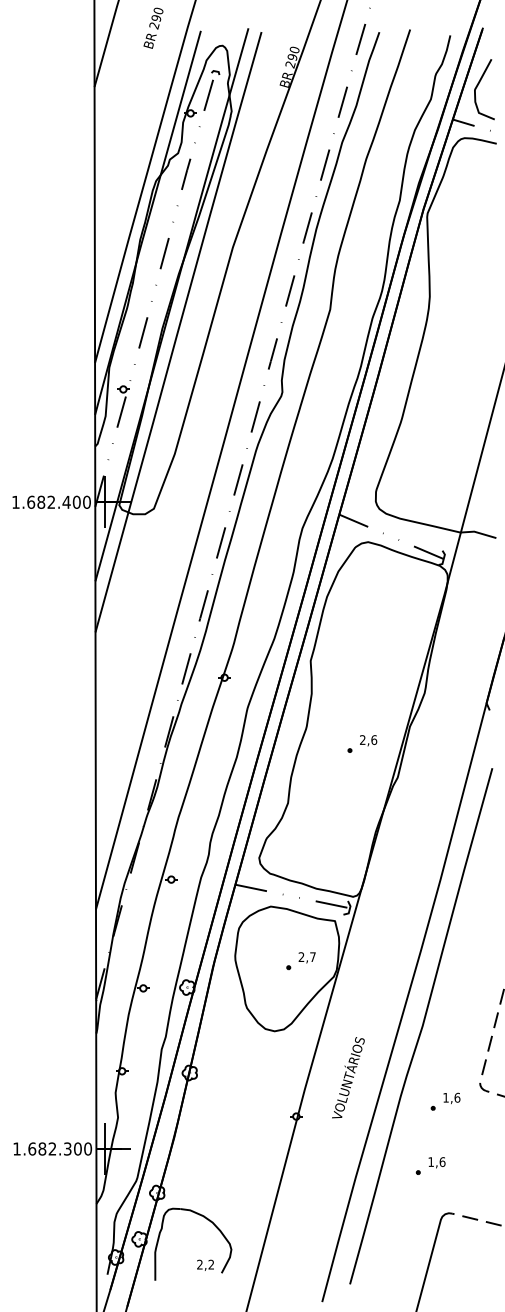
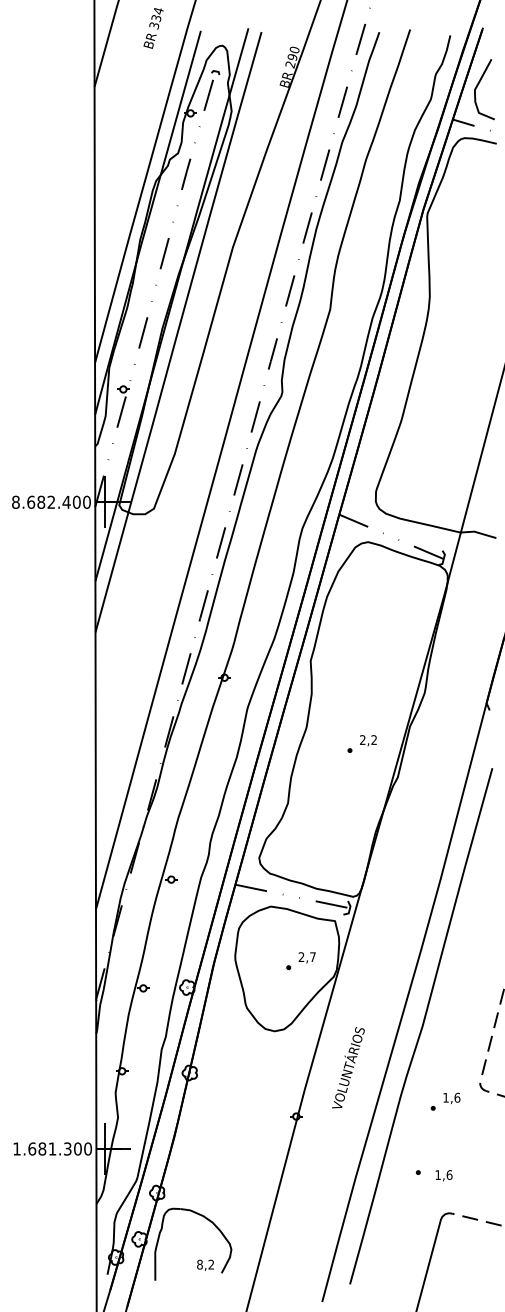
text at (156, 18): 290 -> 334
text at (15, 501): 1.682.400 -> 8.682.400
text at (374, 739): 2,6 -> 2,2
text at (348, 1077) position: (348, 1077) -> (348, 1067)
text at (52, 1148): 1.682.300 -> 1.681.300
text at (436, 1162) position: (436, 1162) -> (443, 1175)
text at (199, 1264): 2,2 -> 8,2
